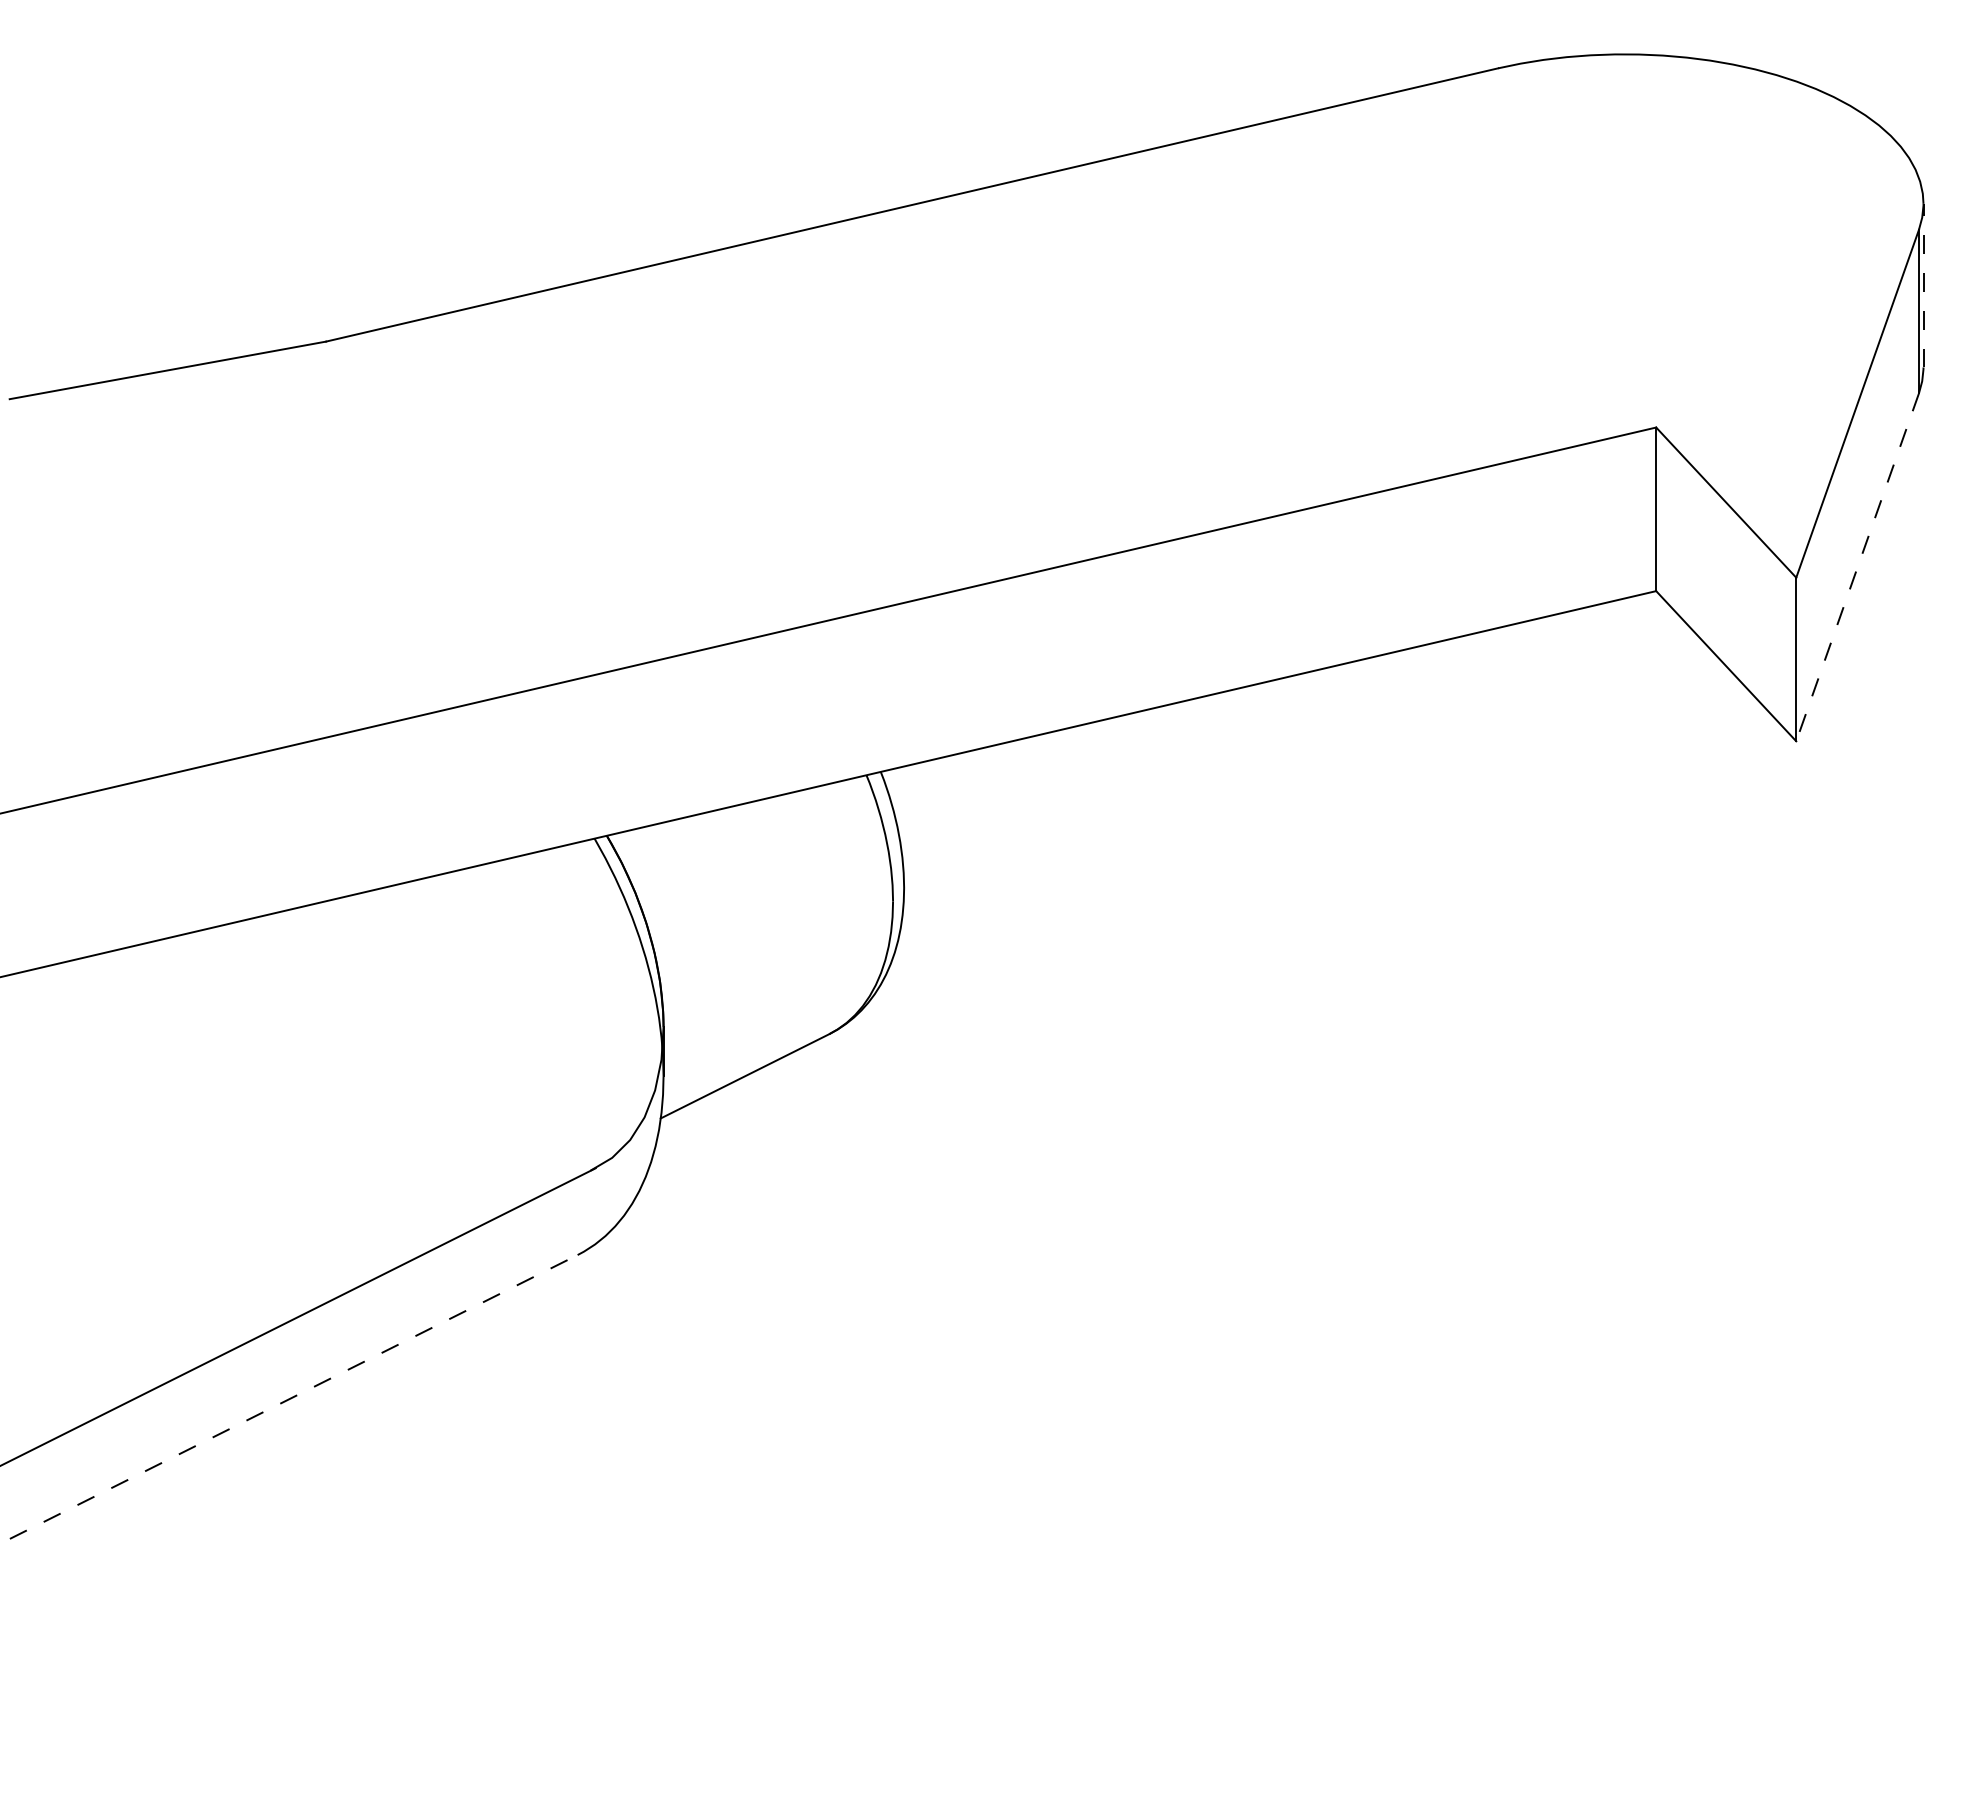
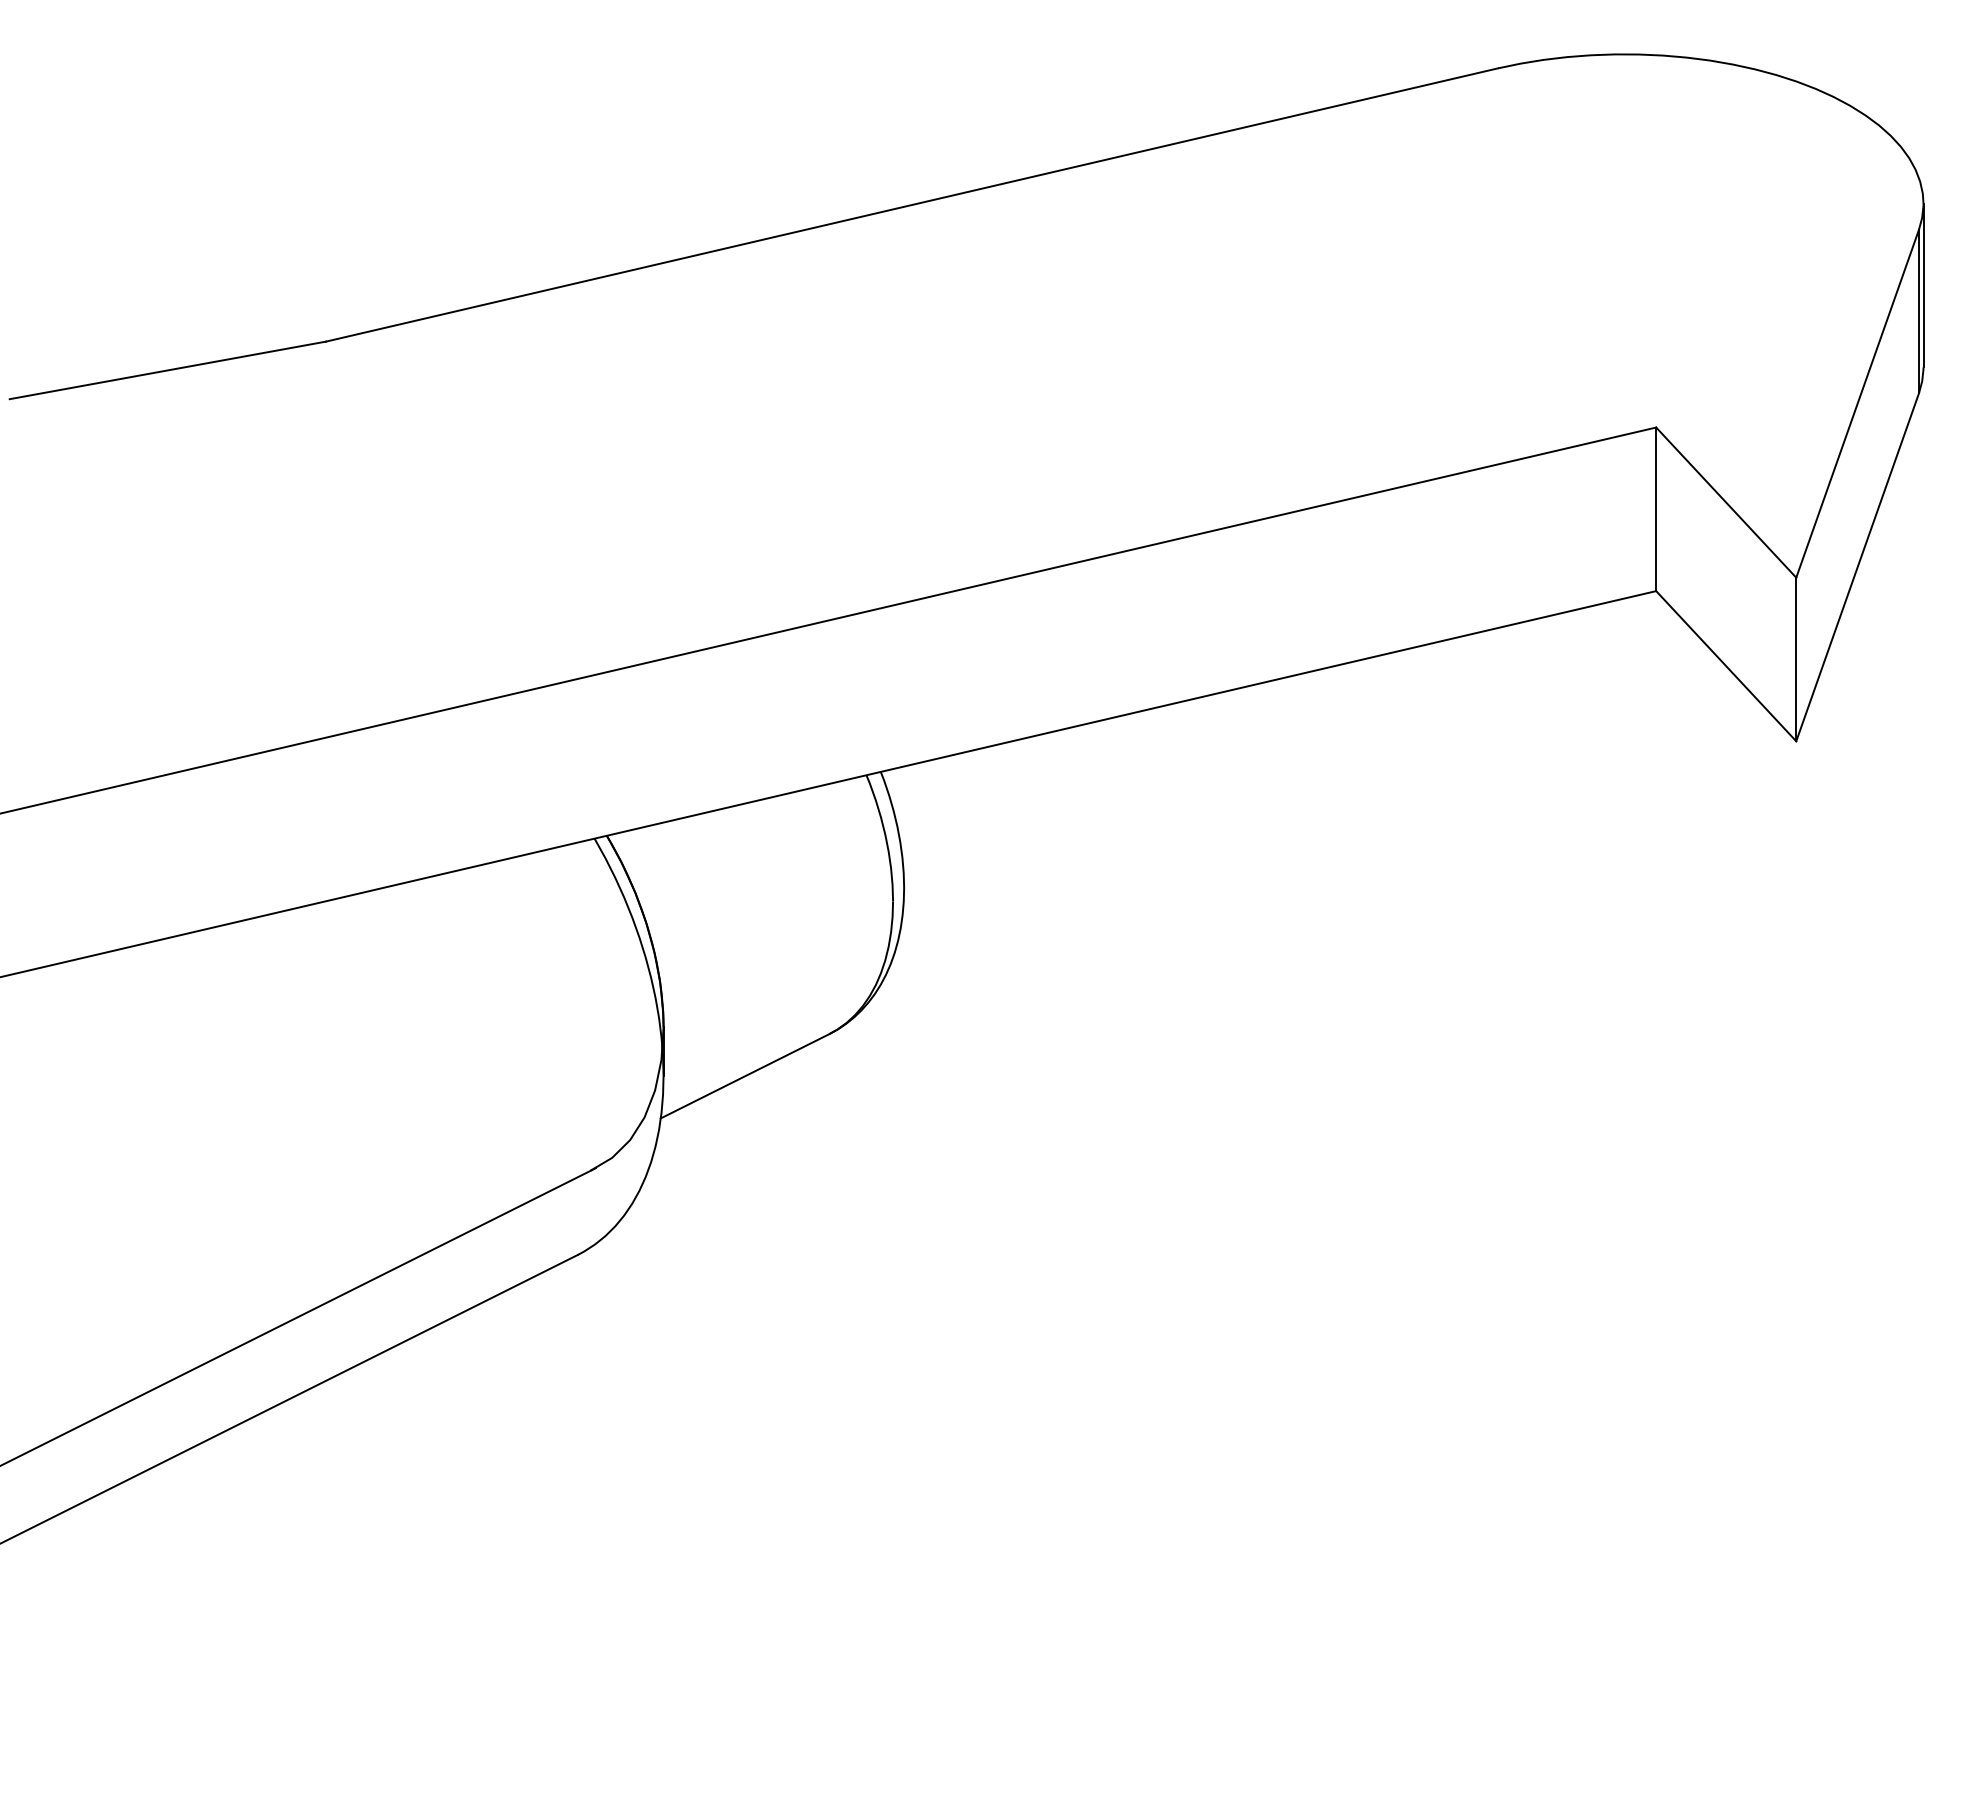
line at (1923, 285): dashed -> solid
line at (1857, 567): dashed -> solid
line at (289, 1399): dashed -> solid
